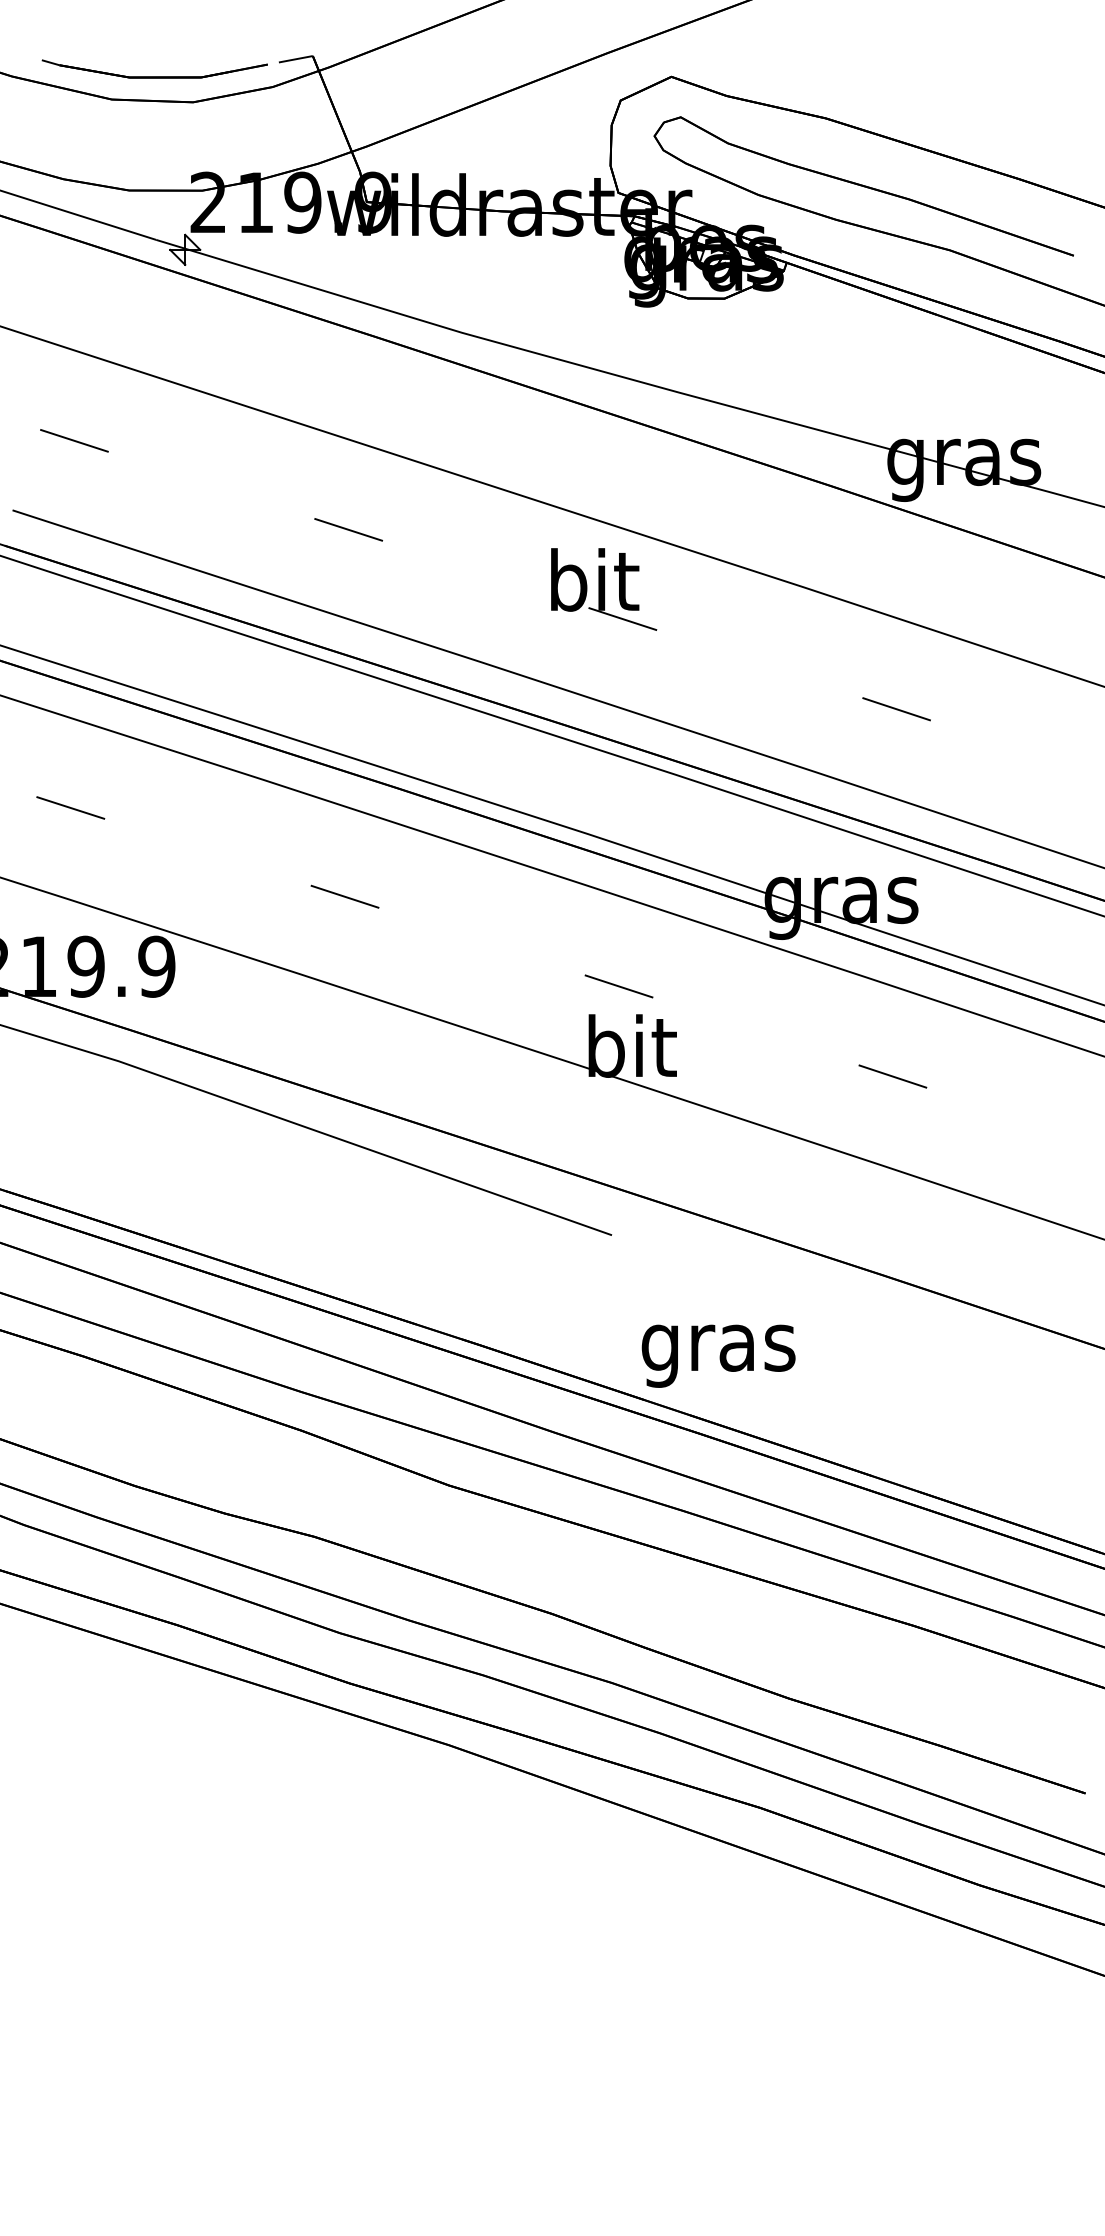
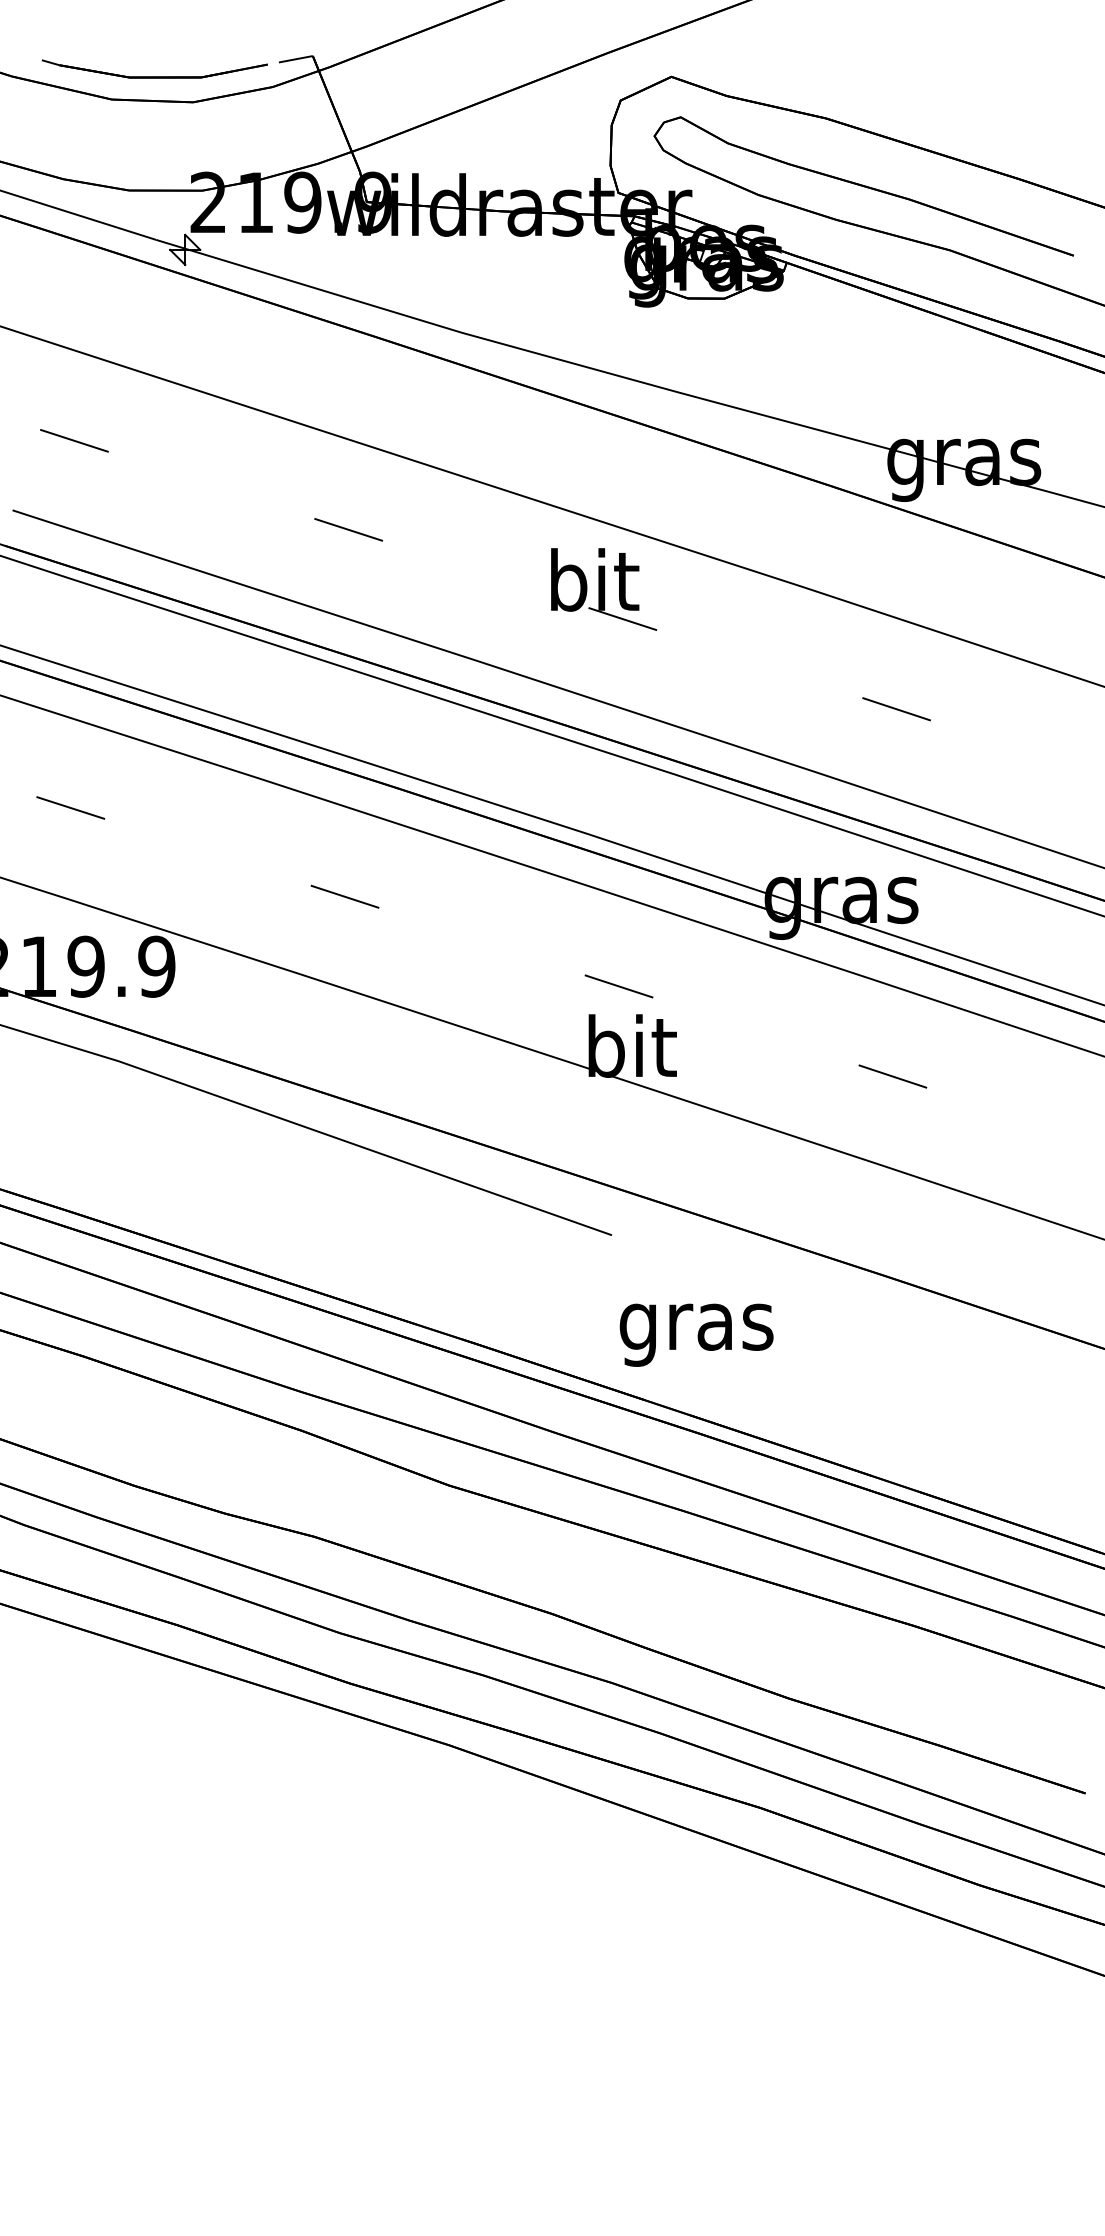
text at (718, 1355) position: (718, 1355) -> (696, 1334)
